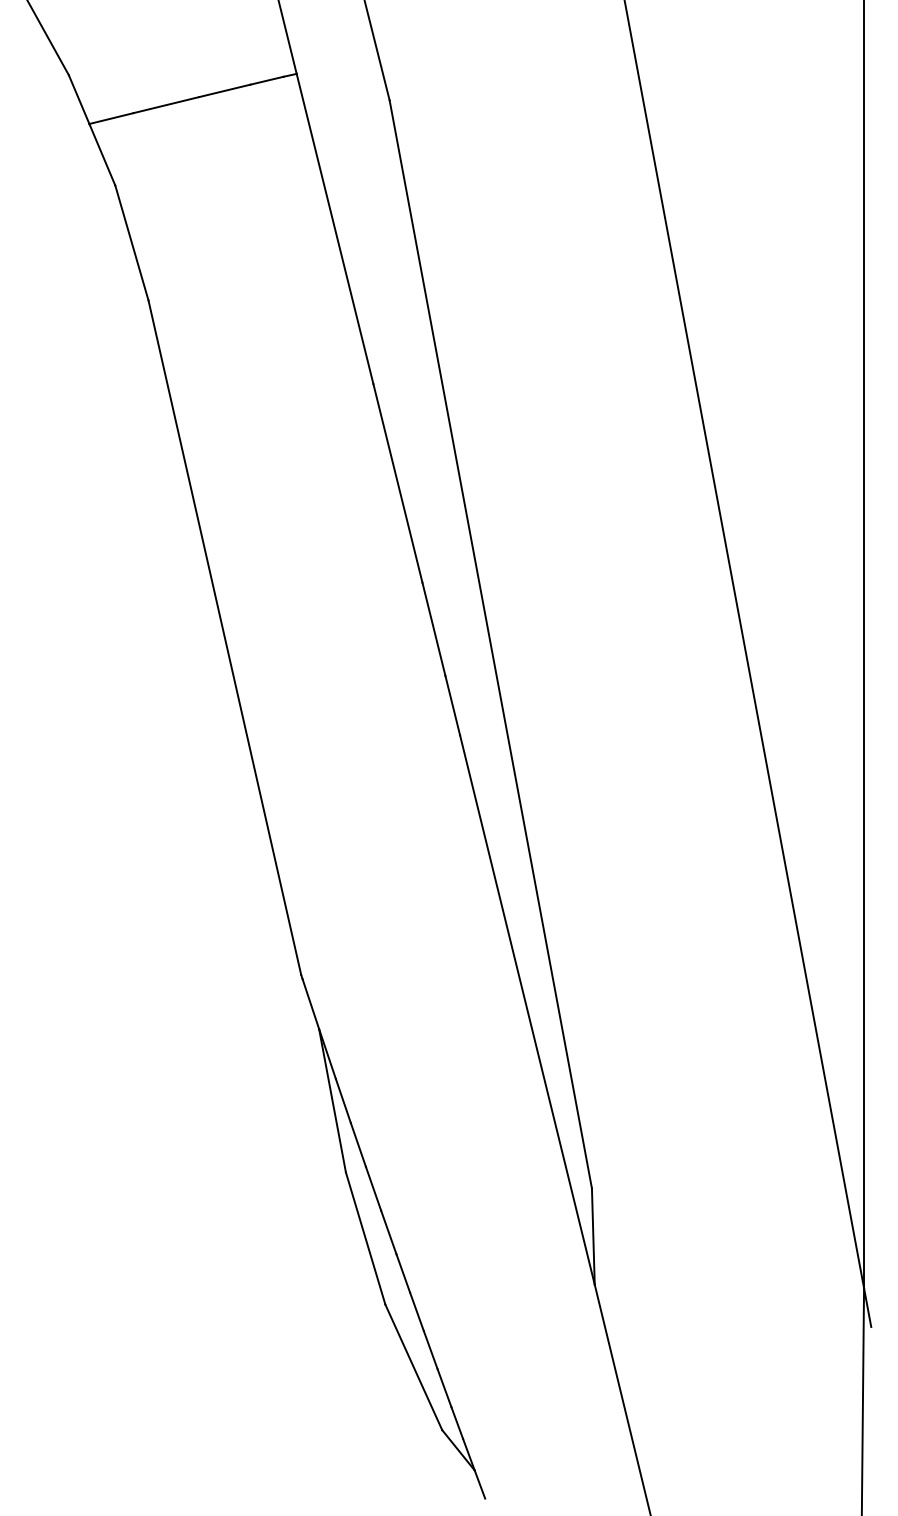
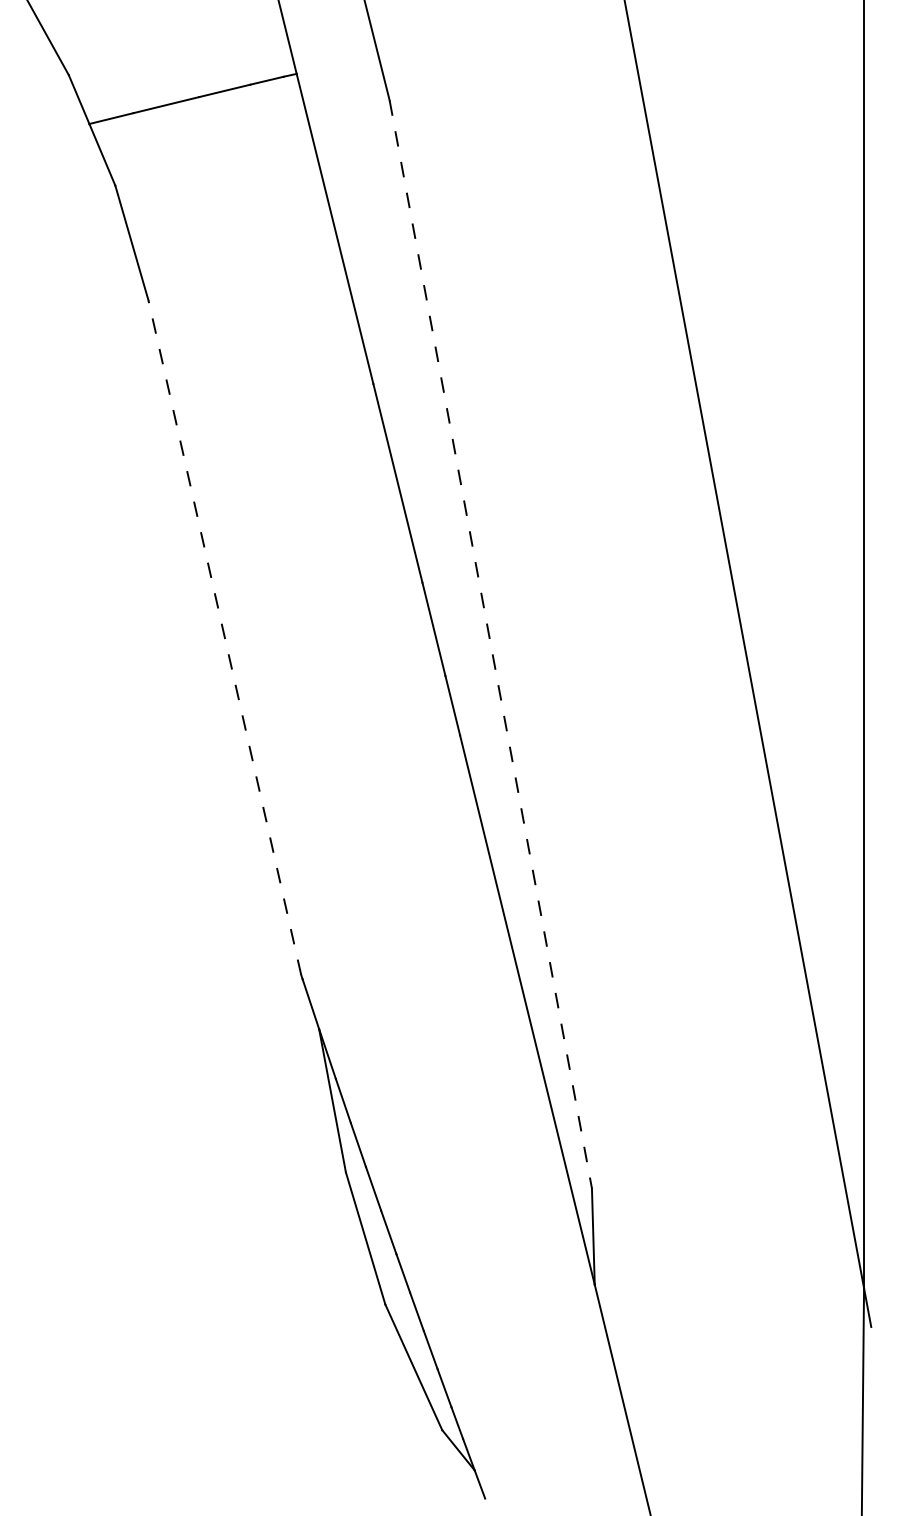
line at (224, 637): solid -> dashed
line at (490, 644): solid -> dashed
